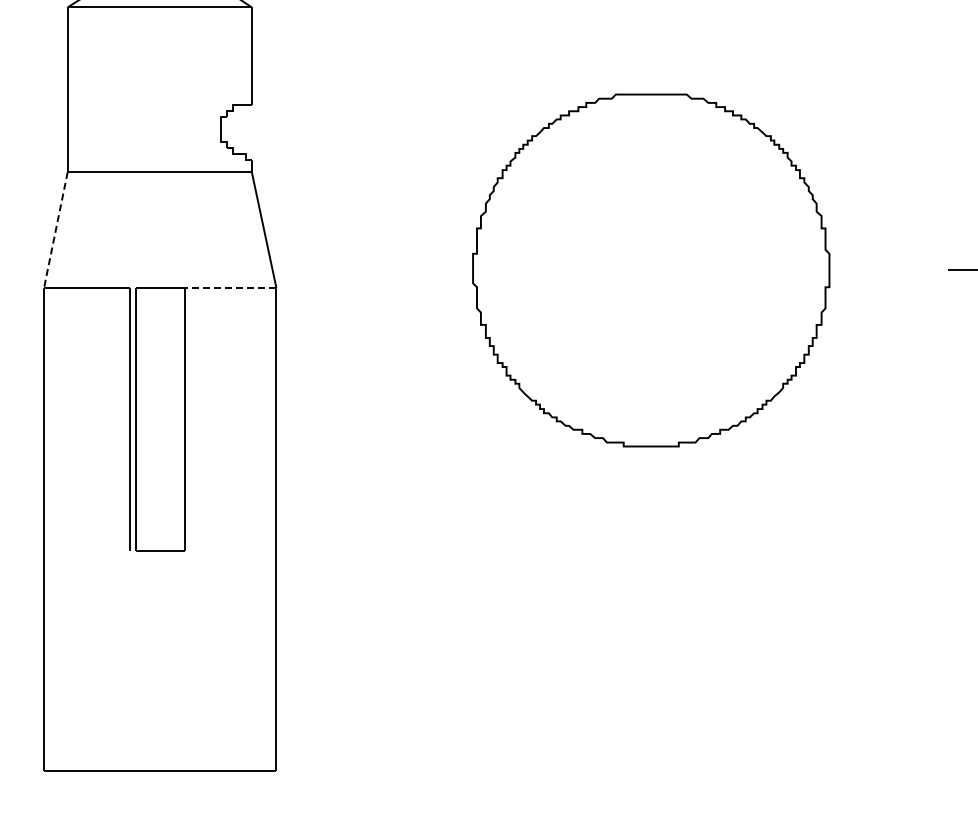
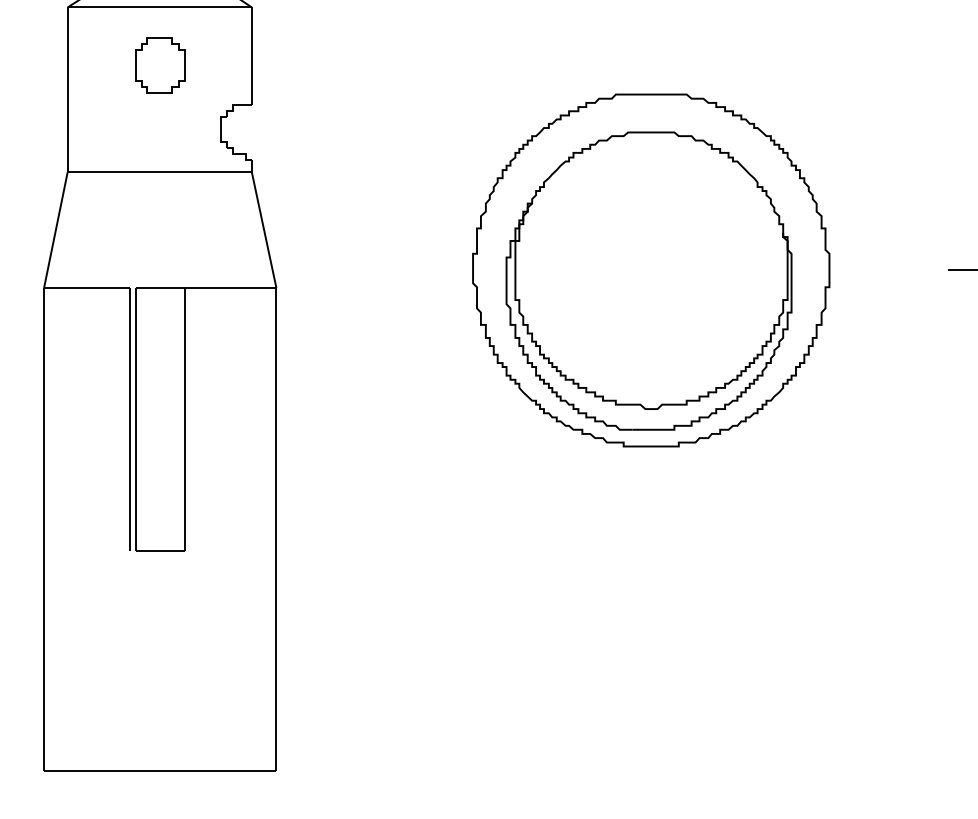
part at (160, 65): none -> present
line at (55, 230): dashed -> solid
part at (648, 280): none -> present
line at (230, 288): dashed -> solid
